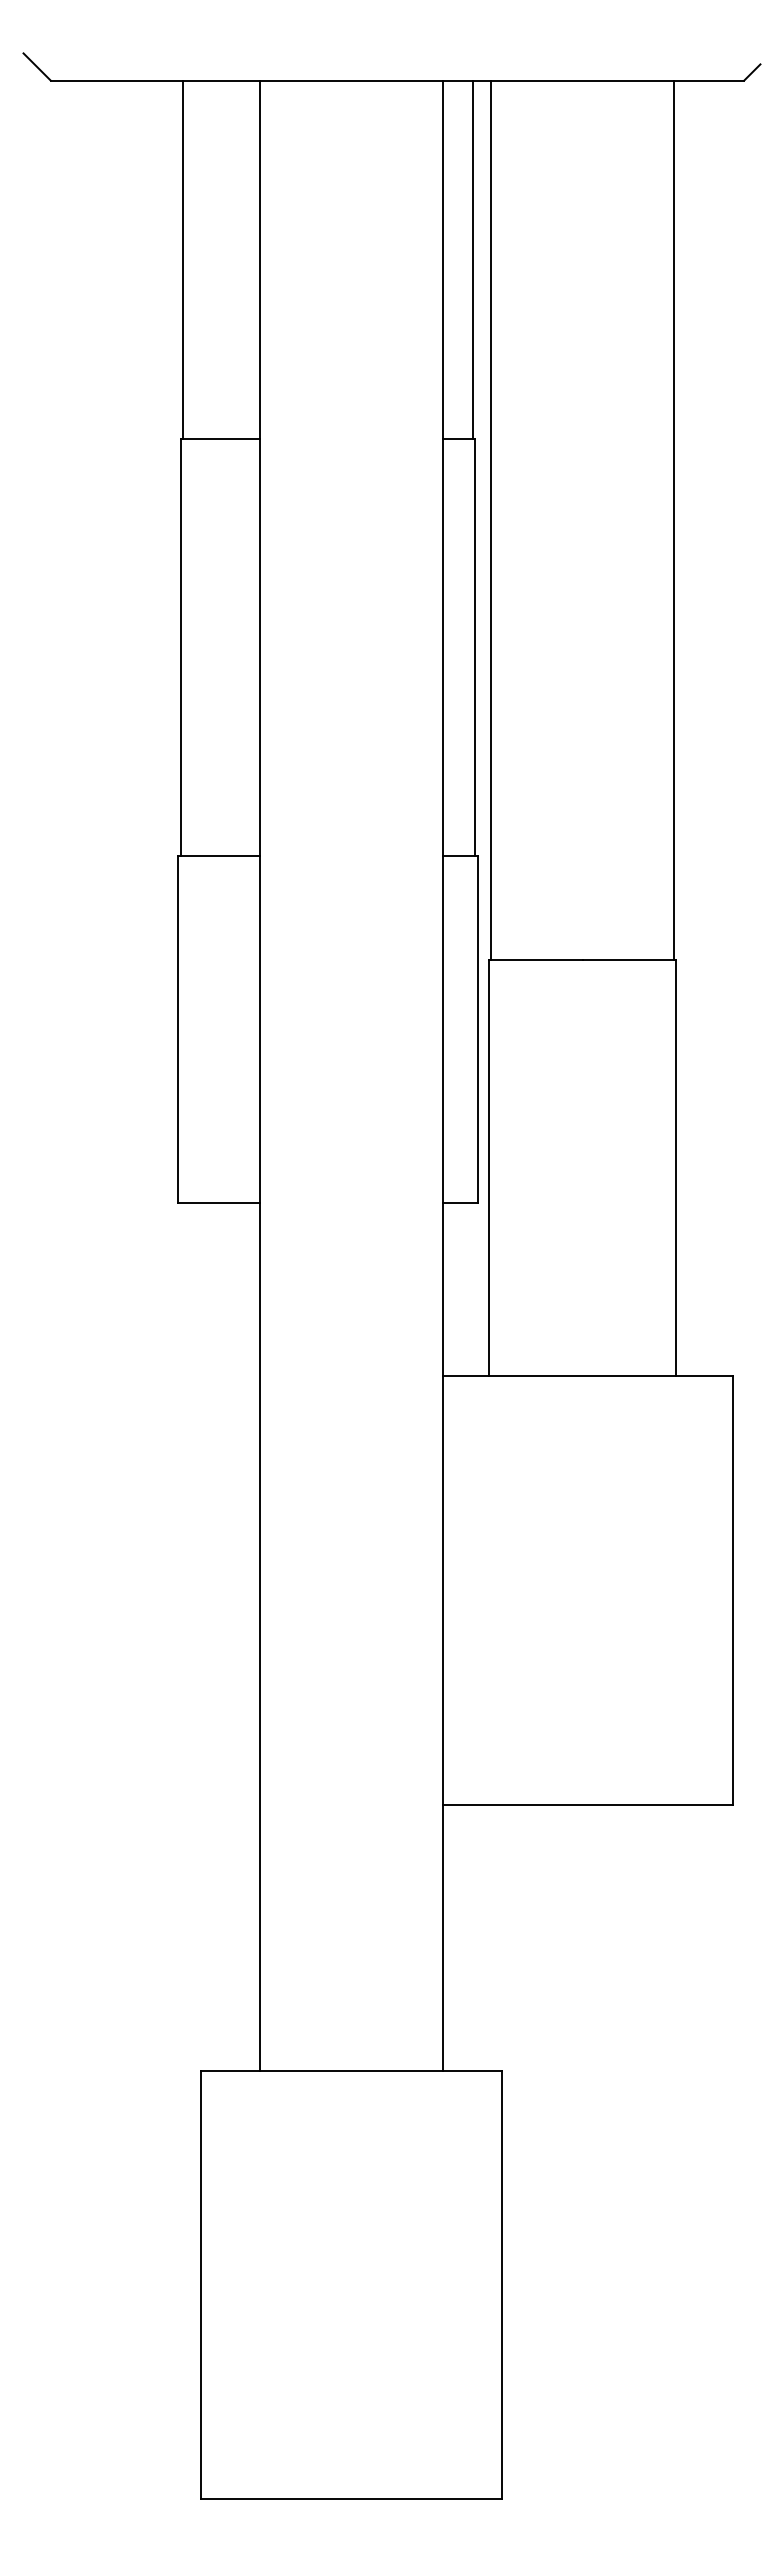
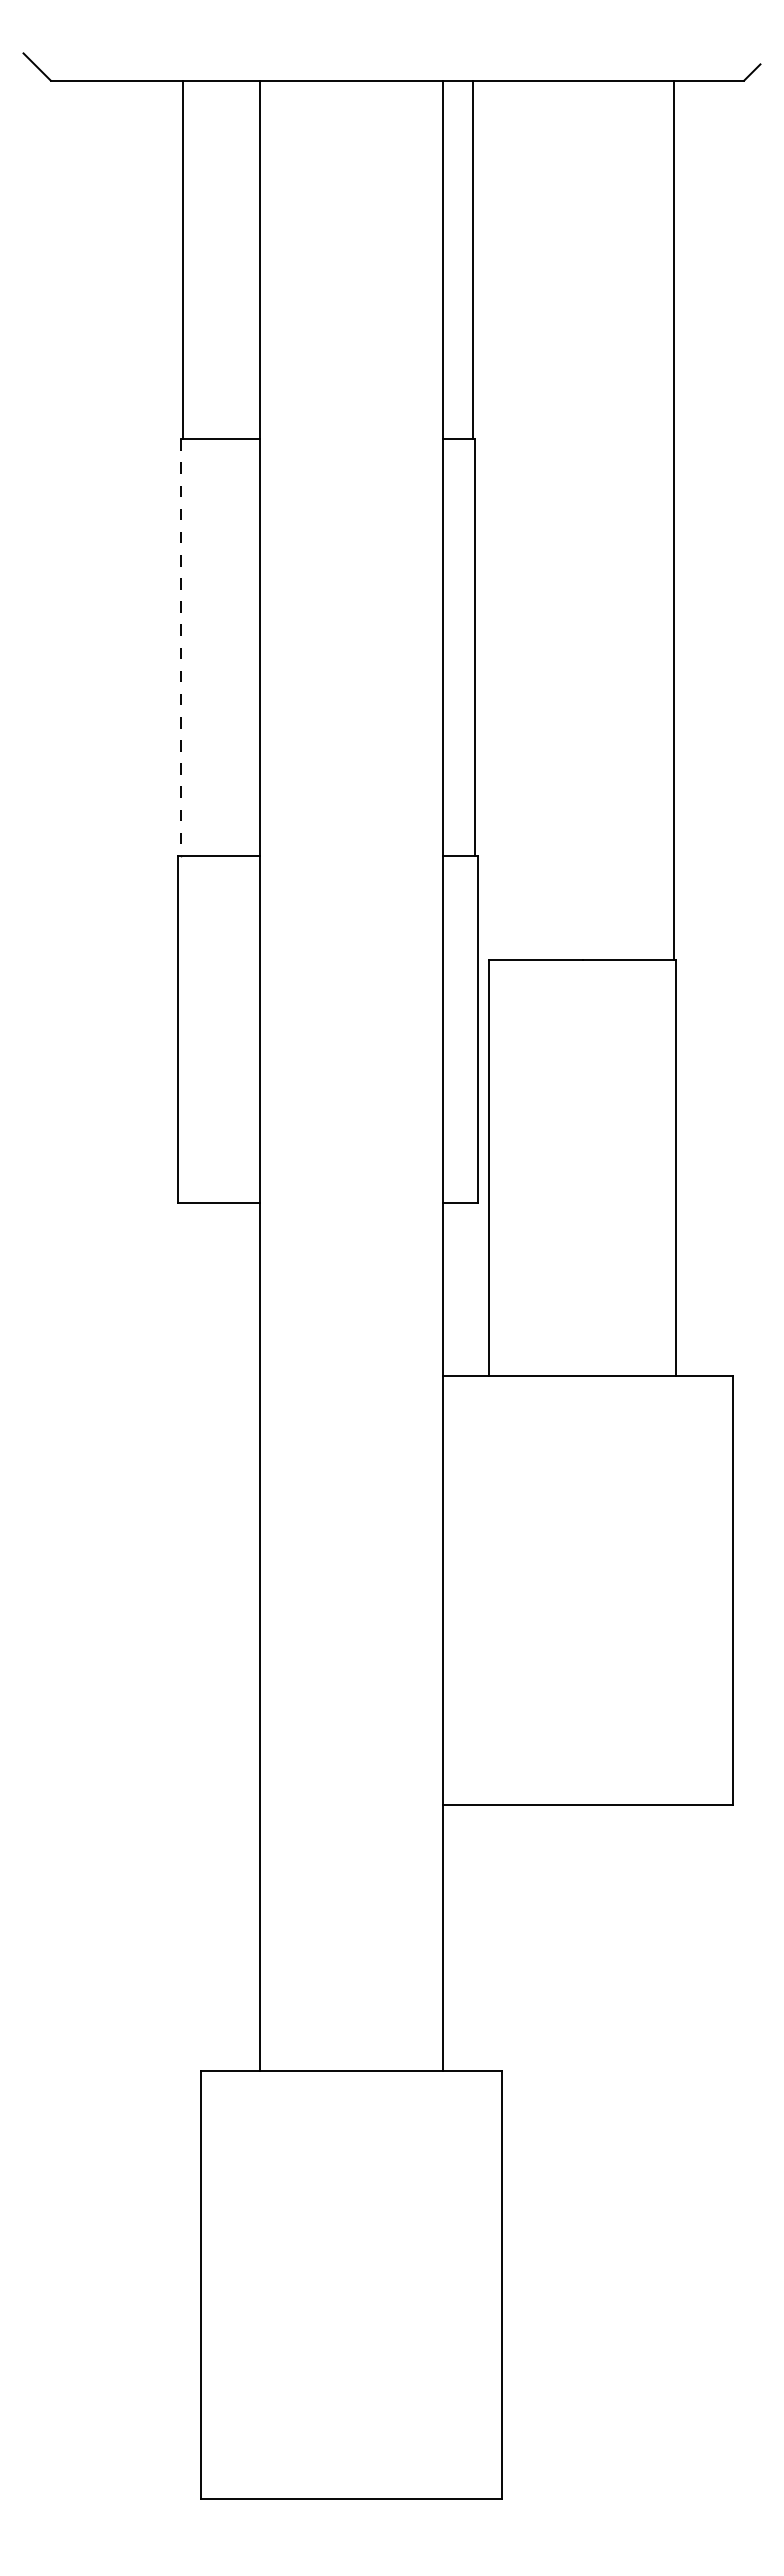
line at (491, 519): present -> none
line at (181, 648): solid -> dashed
